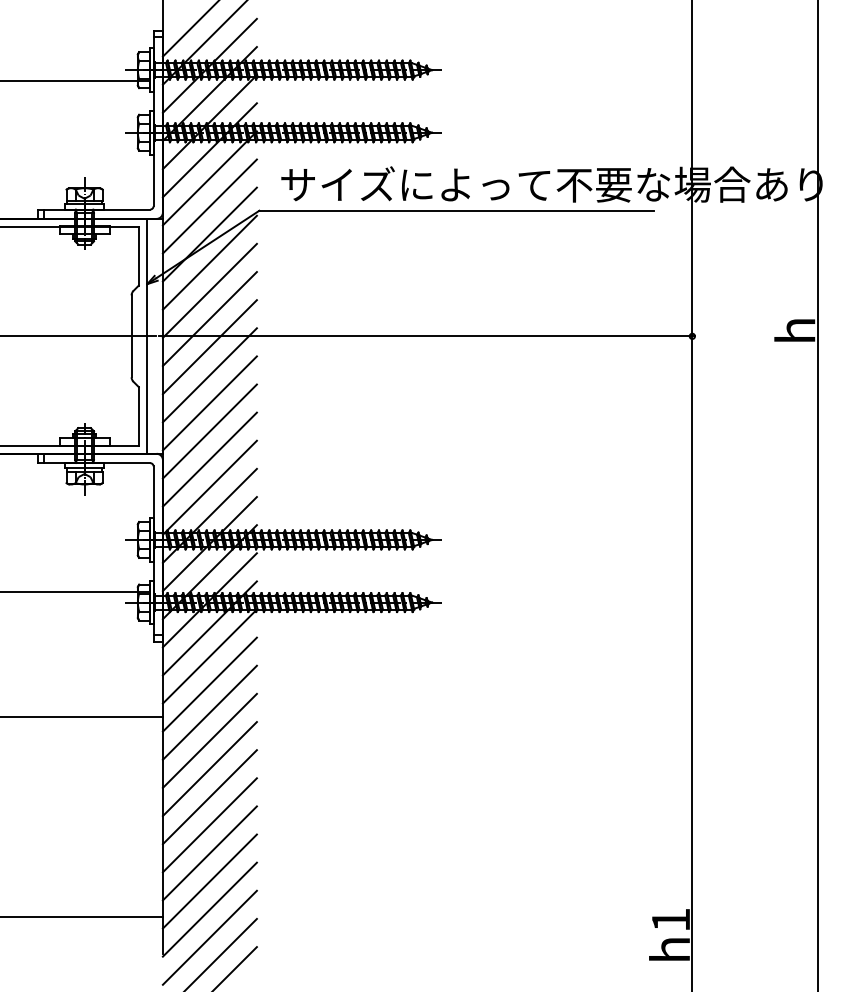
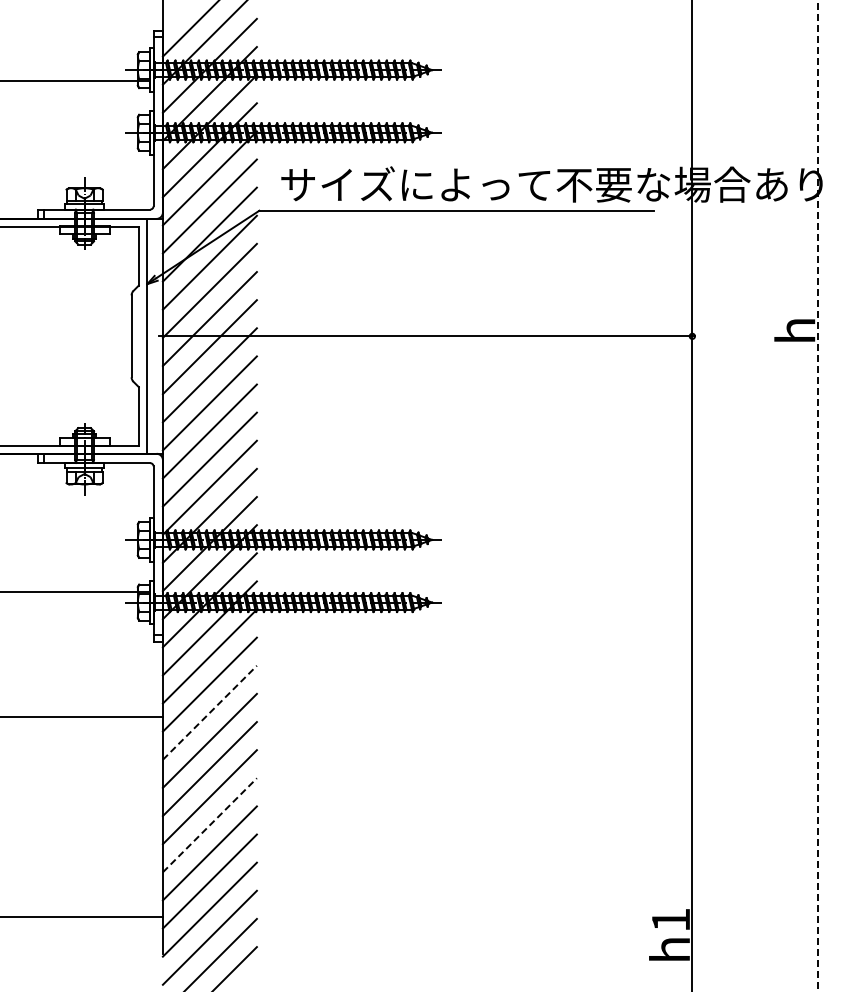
line at (78, 336): present -> none
line at (817, 495): solid -> dashed
line at (210, 712): solid -> dashed
line at (210, 824): solid -> dashed
